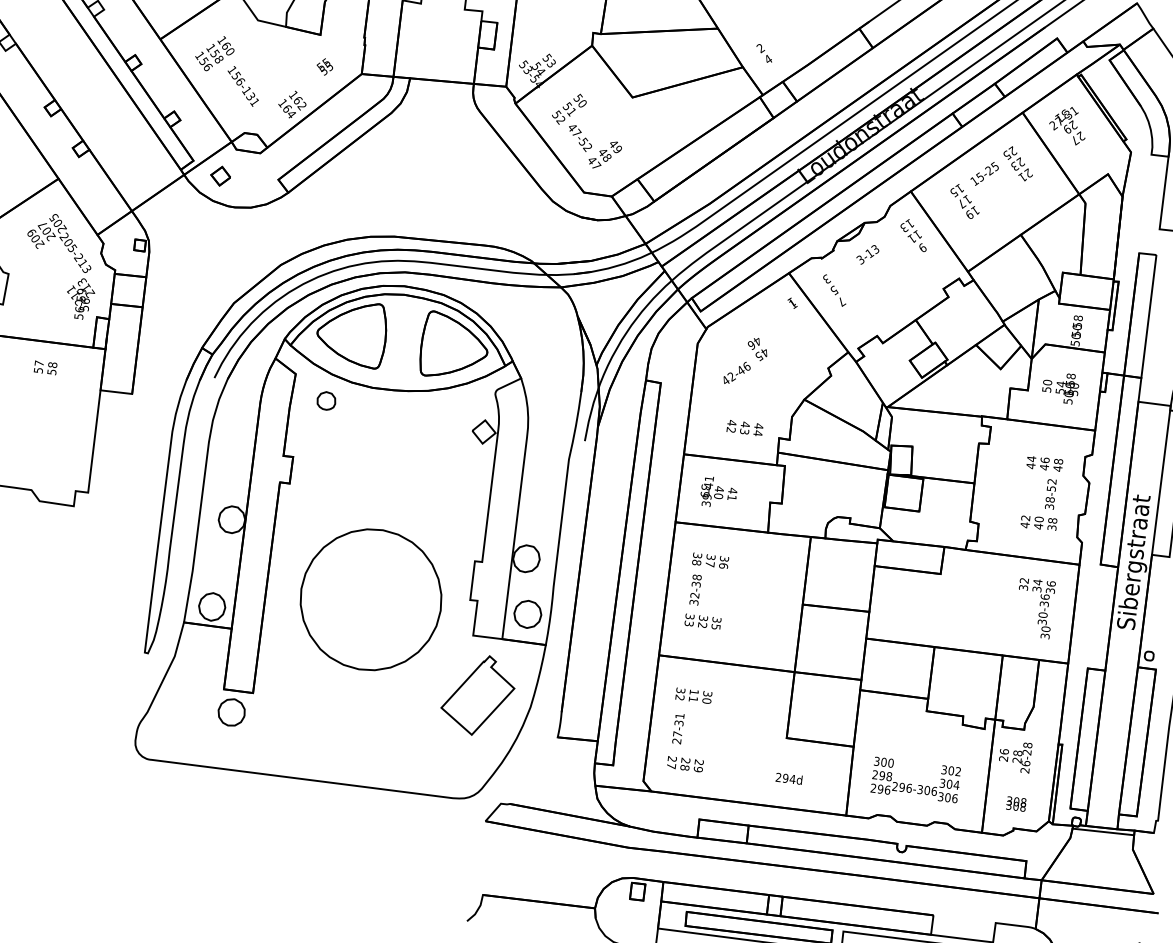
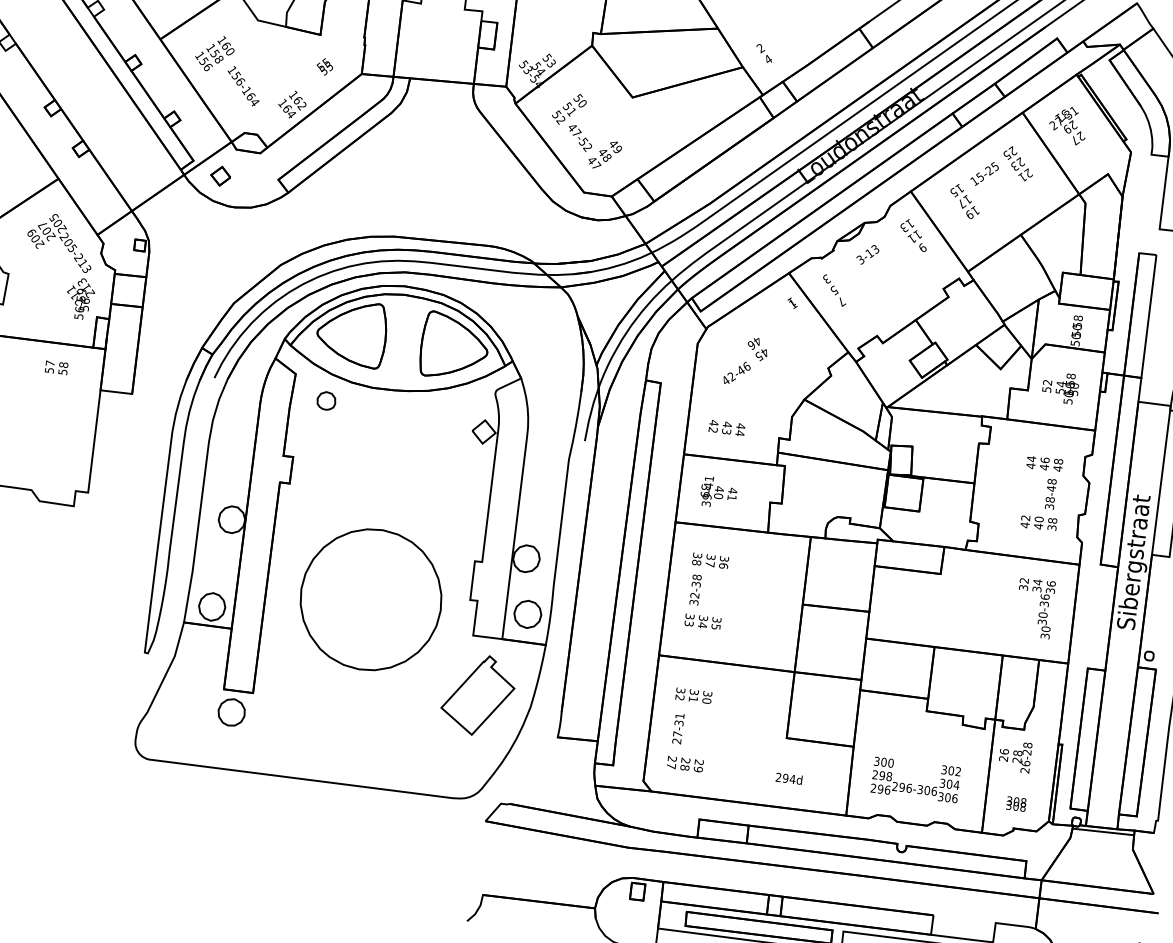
text at (252, 99): 156-131 -> 156-164
text at (45, 367) position: (45, 367) -> (56, 367)
text at (1047, 382): 50 -> 52
text at (744, 427) position: (744, 427) -> (726, 427)
text at (1051, 485): 38-52 -> 38-48
text at (702, 625): 32 -> 34
text at (693, 692): 11 -> 31
